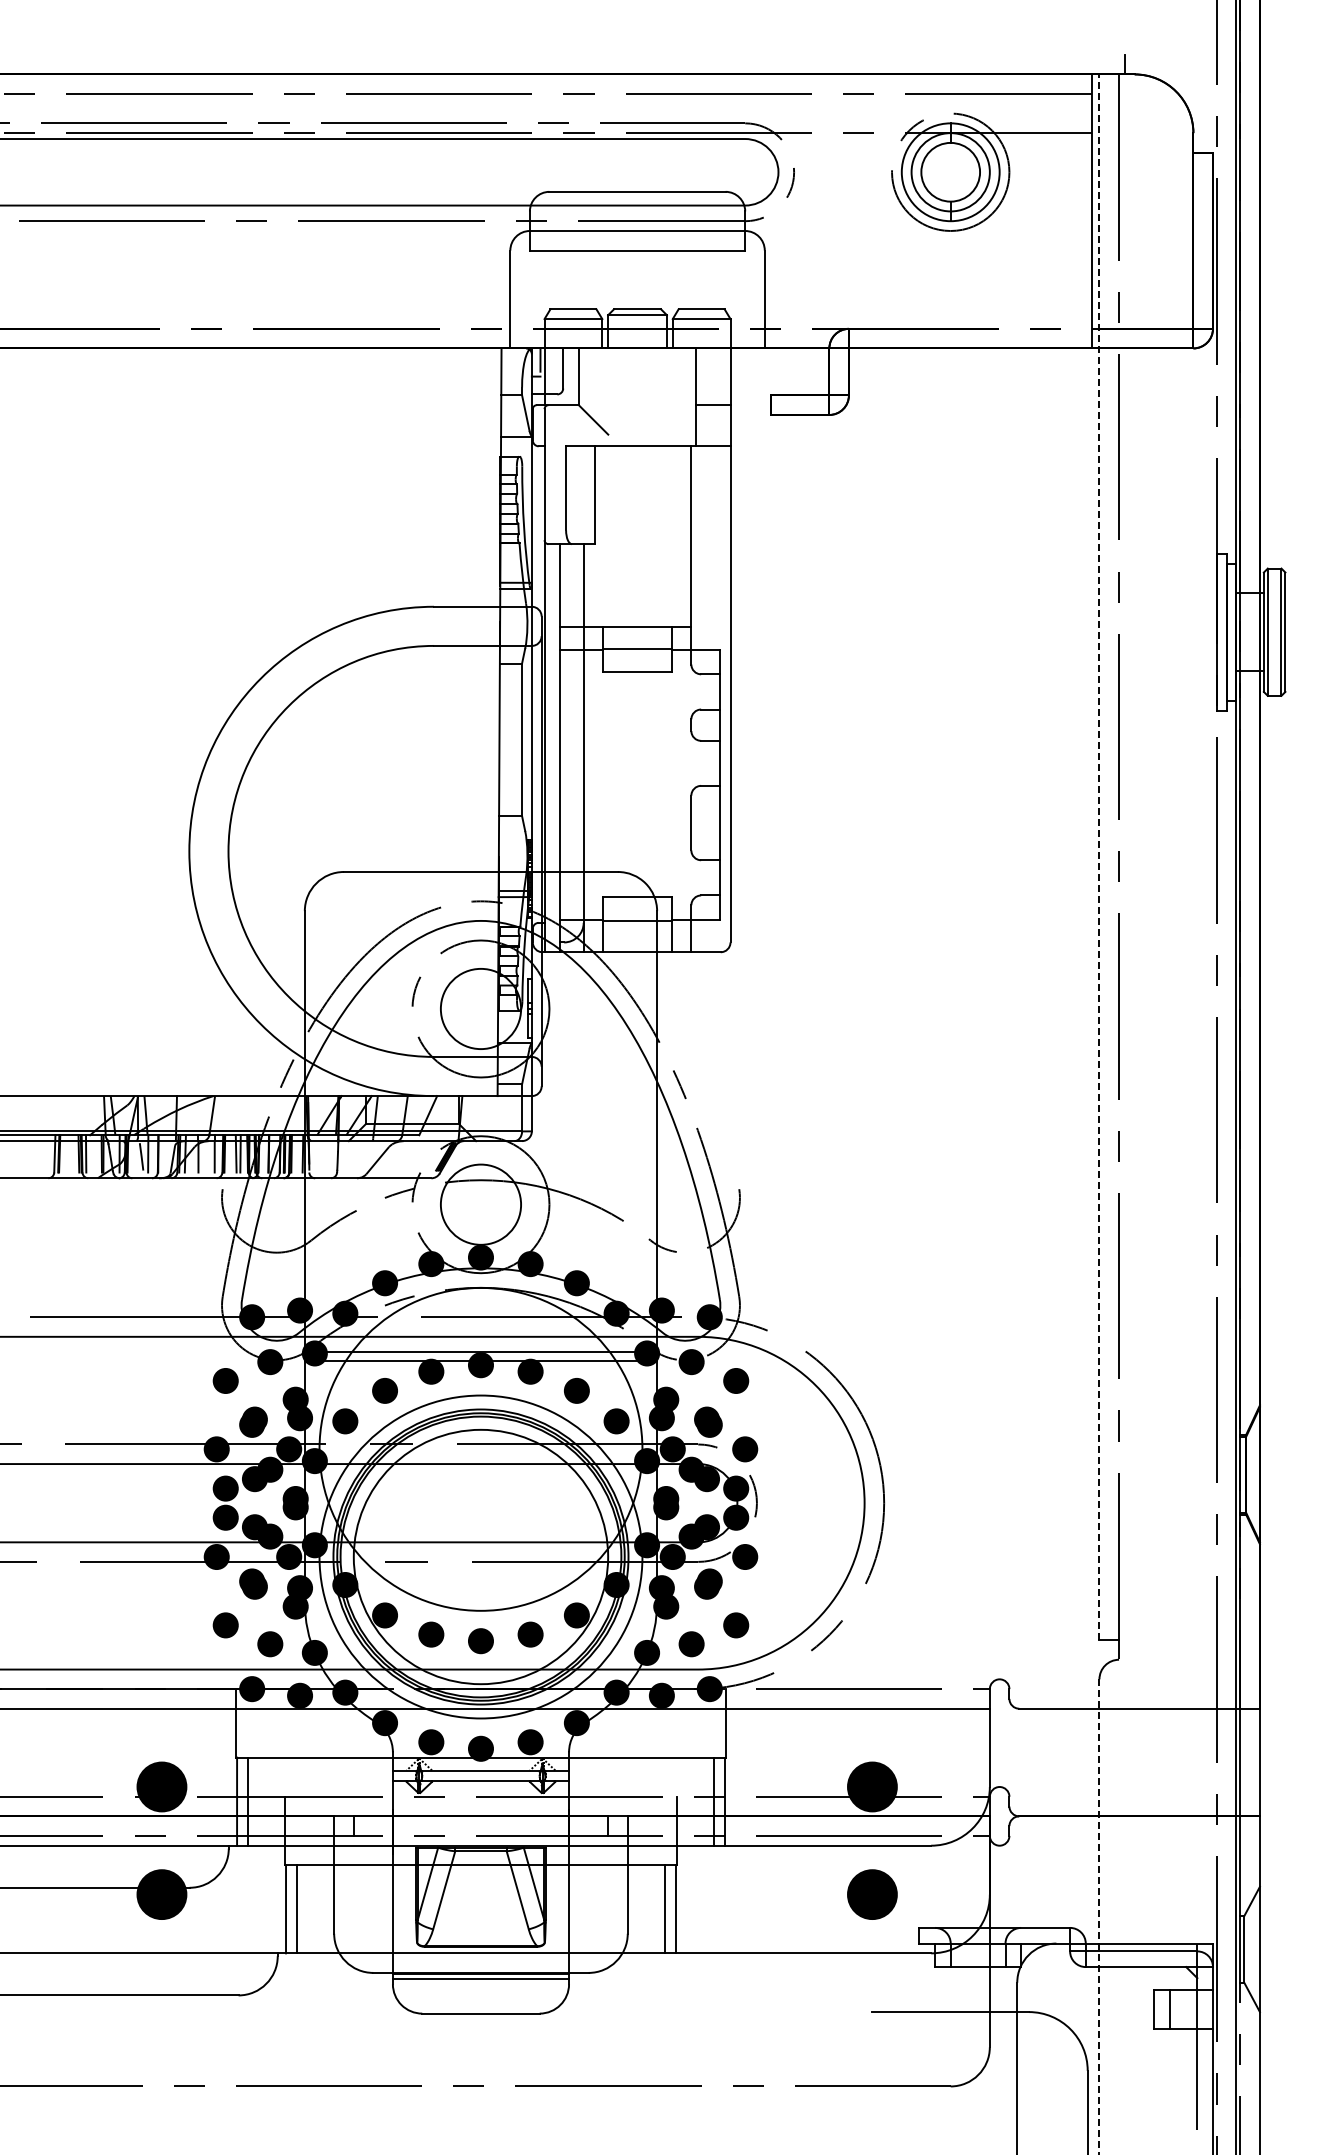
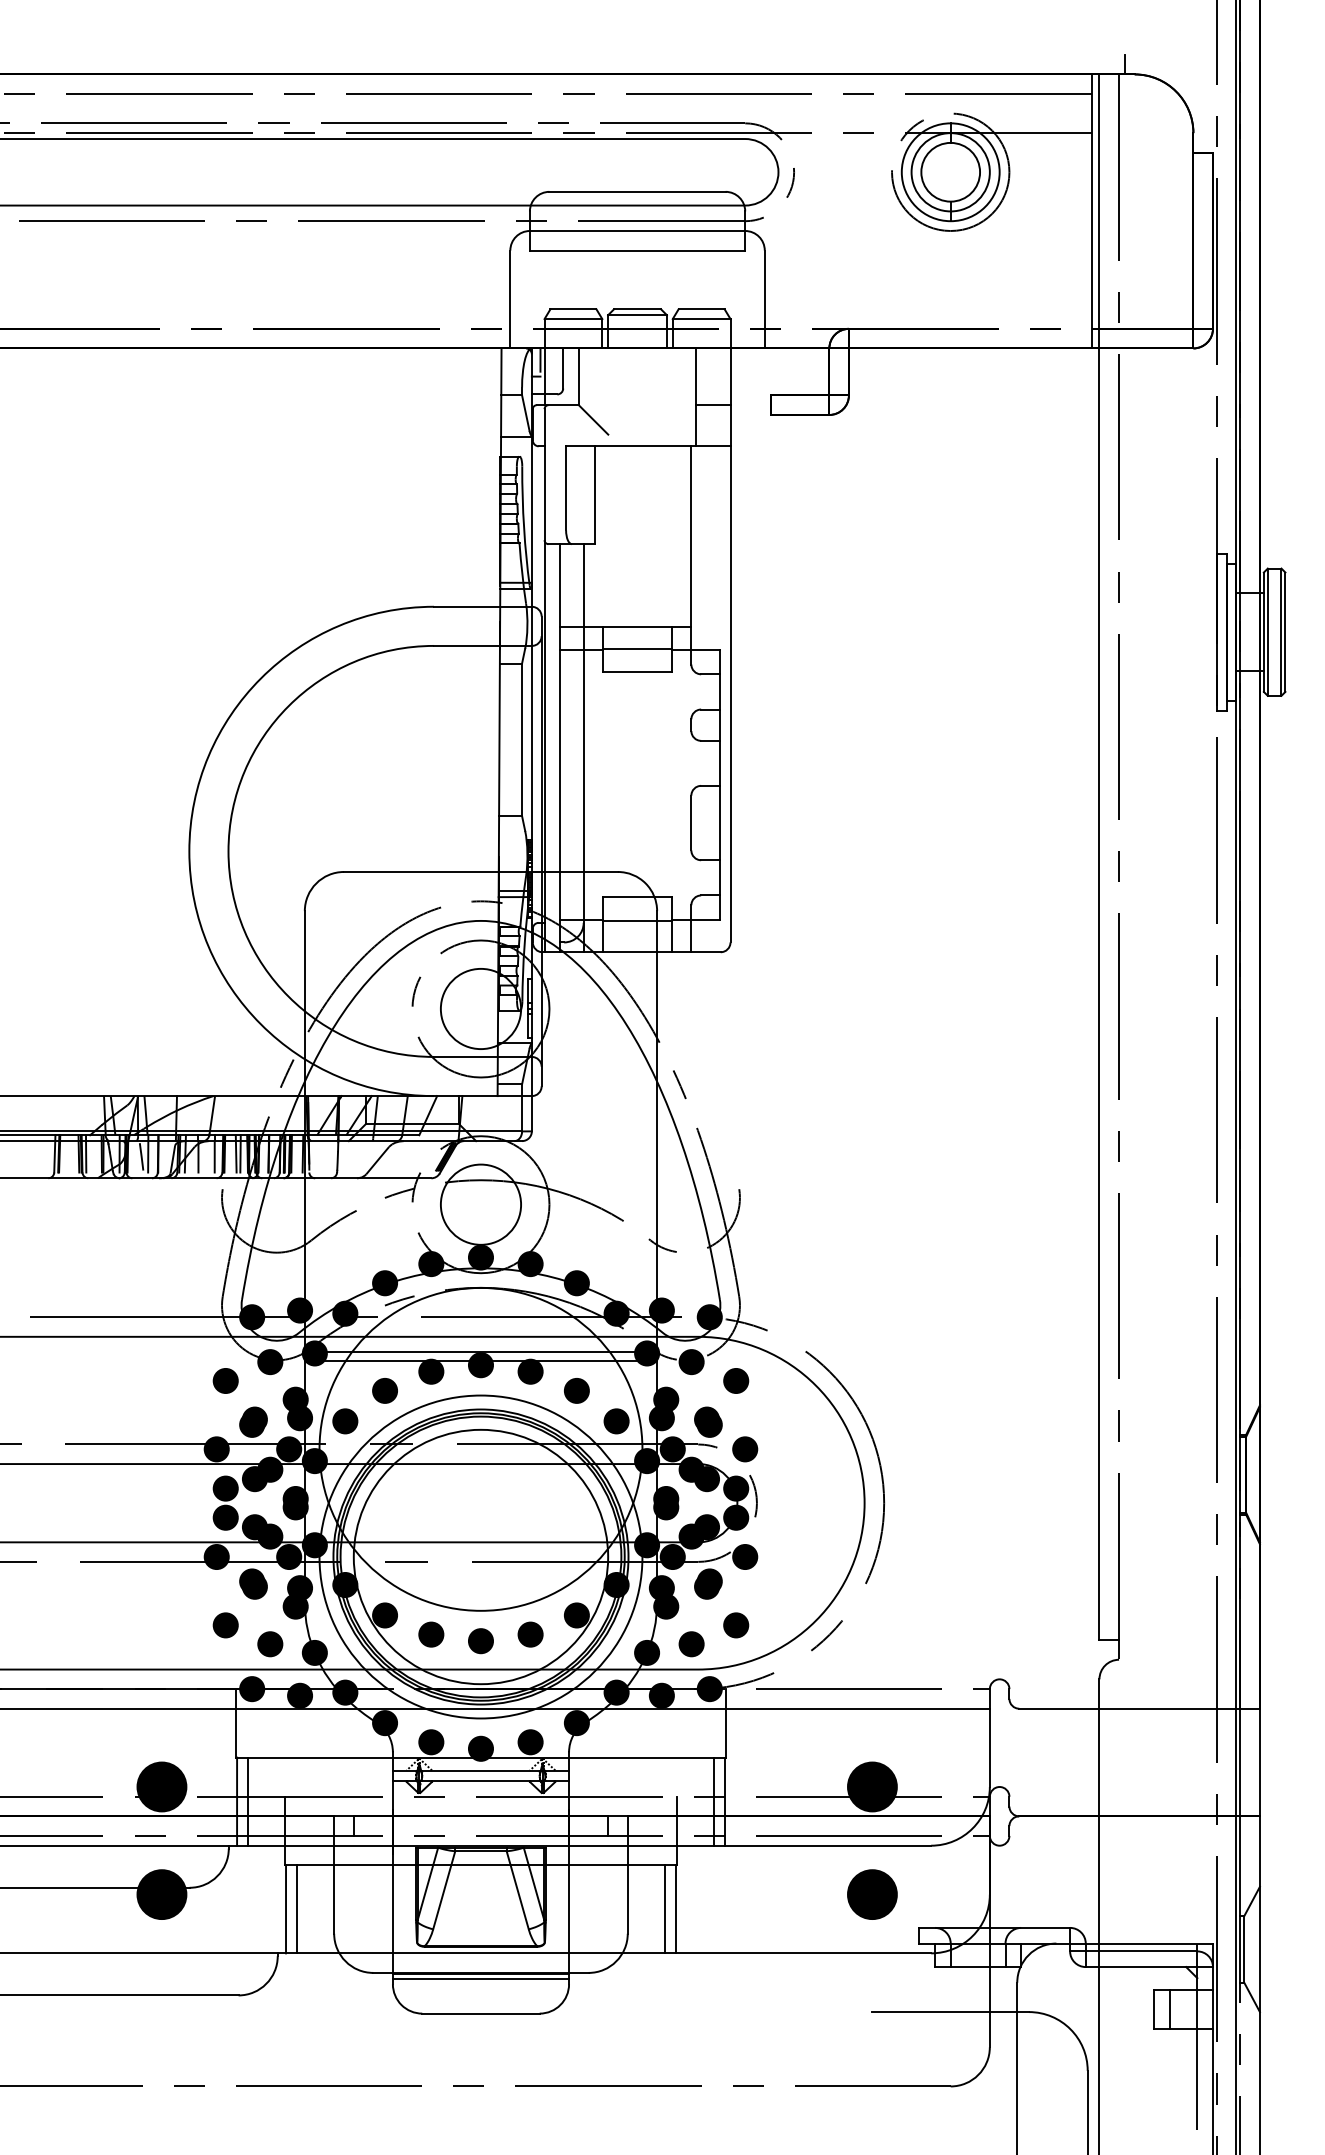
line at (1099, 857): dashed -> solid
line at (1099, 1917): dashed -> solid
